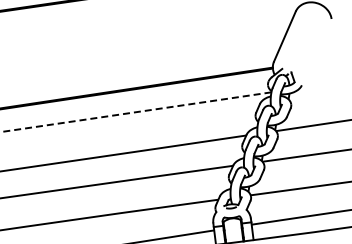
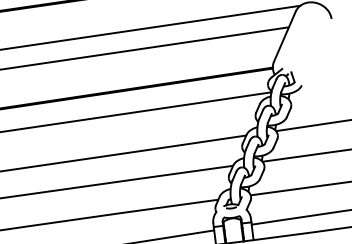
line at (151, 27): none -> present
line at (145, 48): none -> present
line at (136, 112): dashed -> solid
